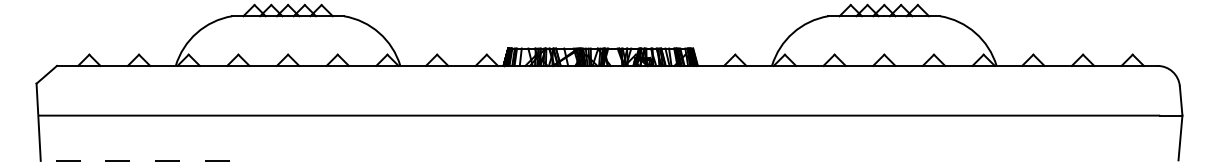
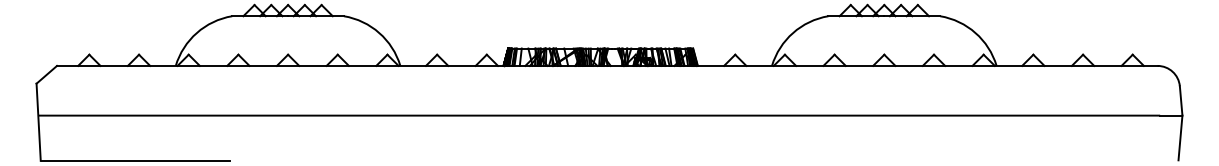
line at (135, 160): dashed -> solid
